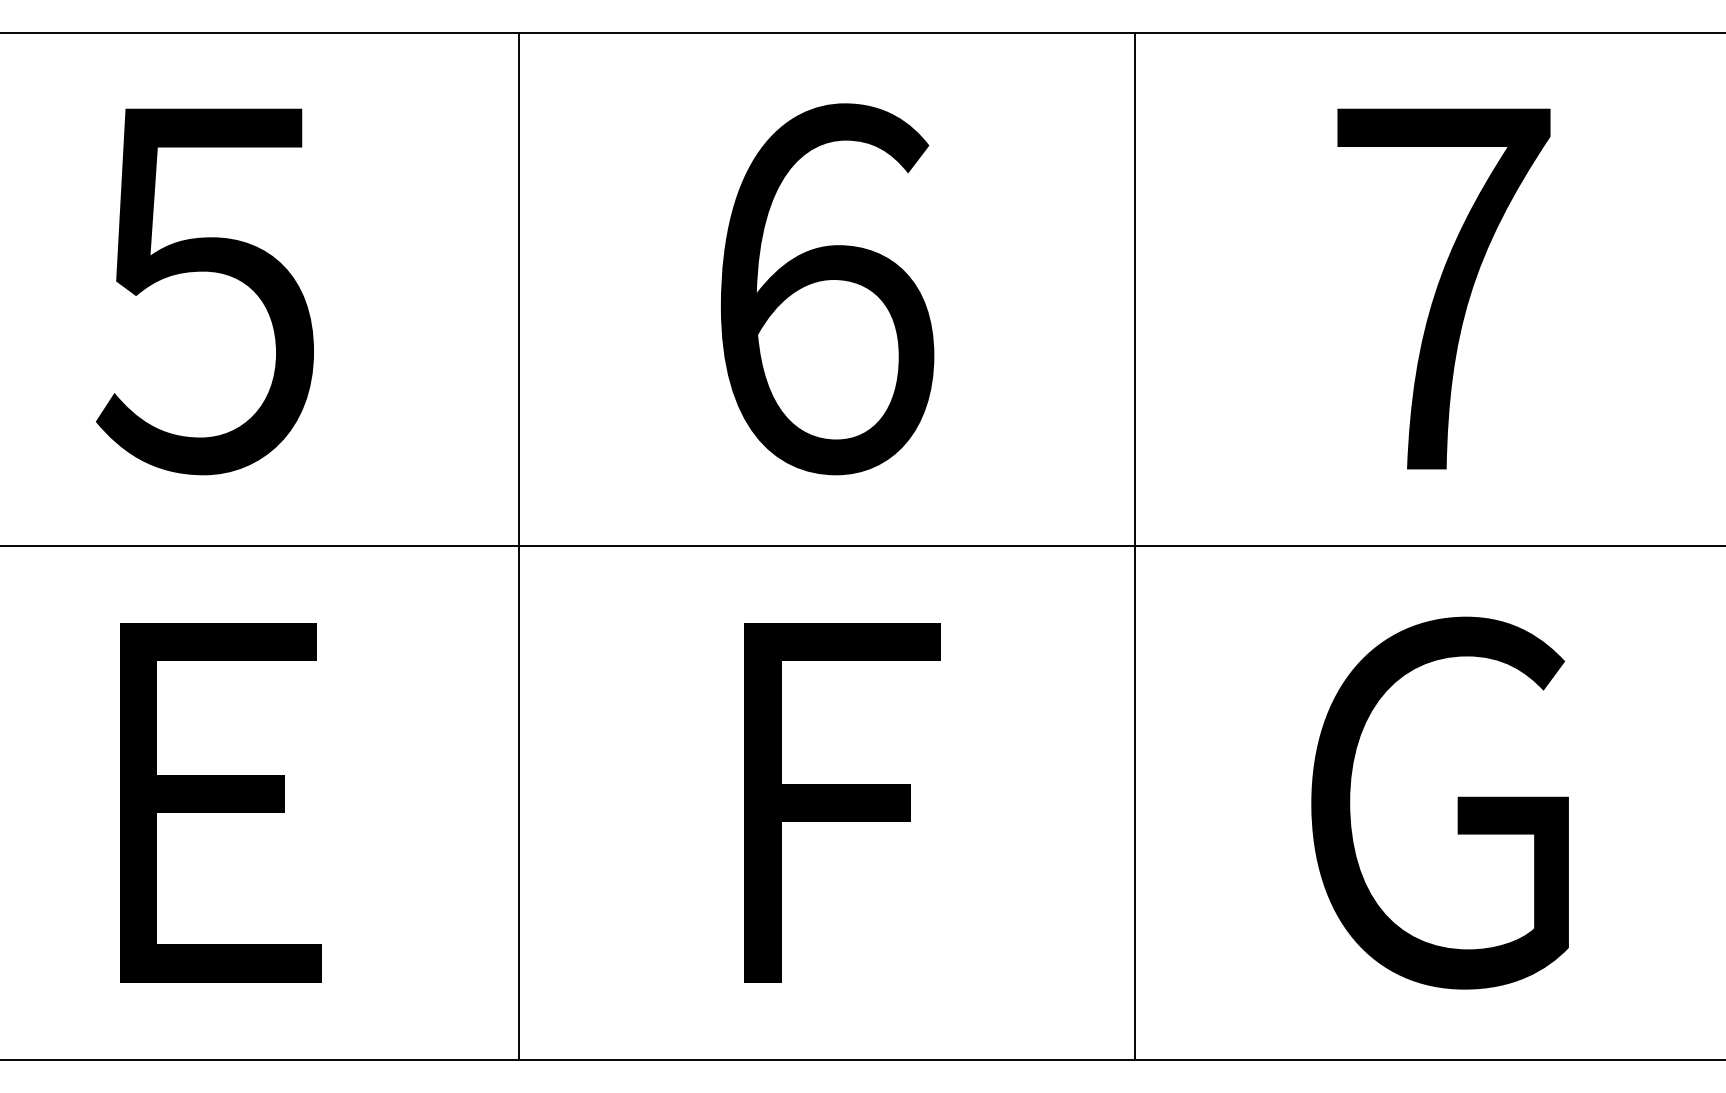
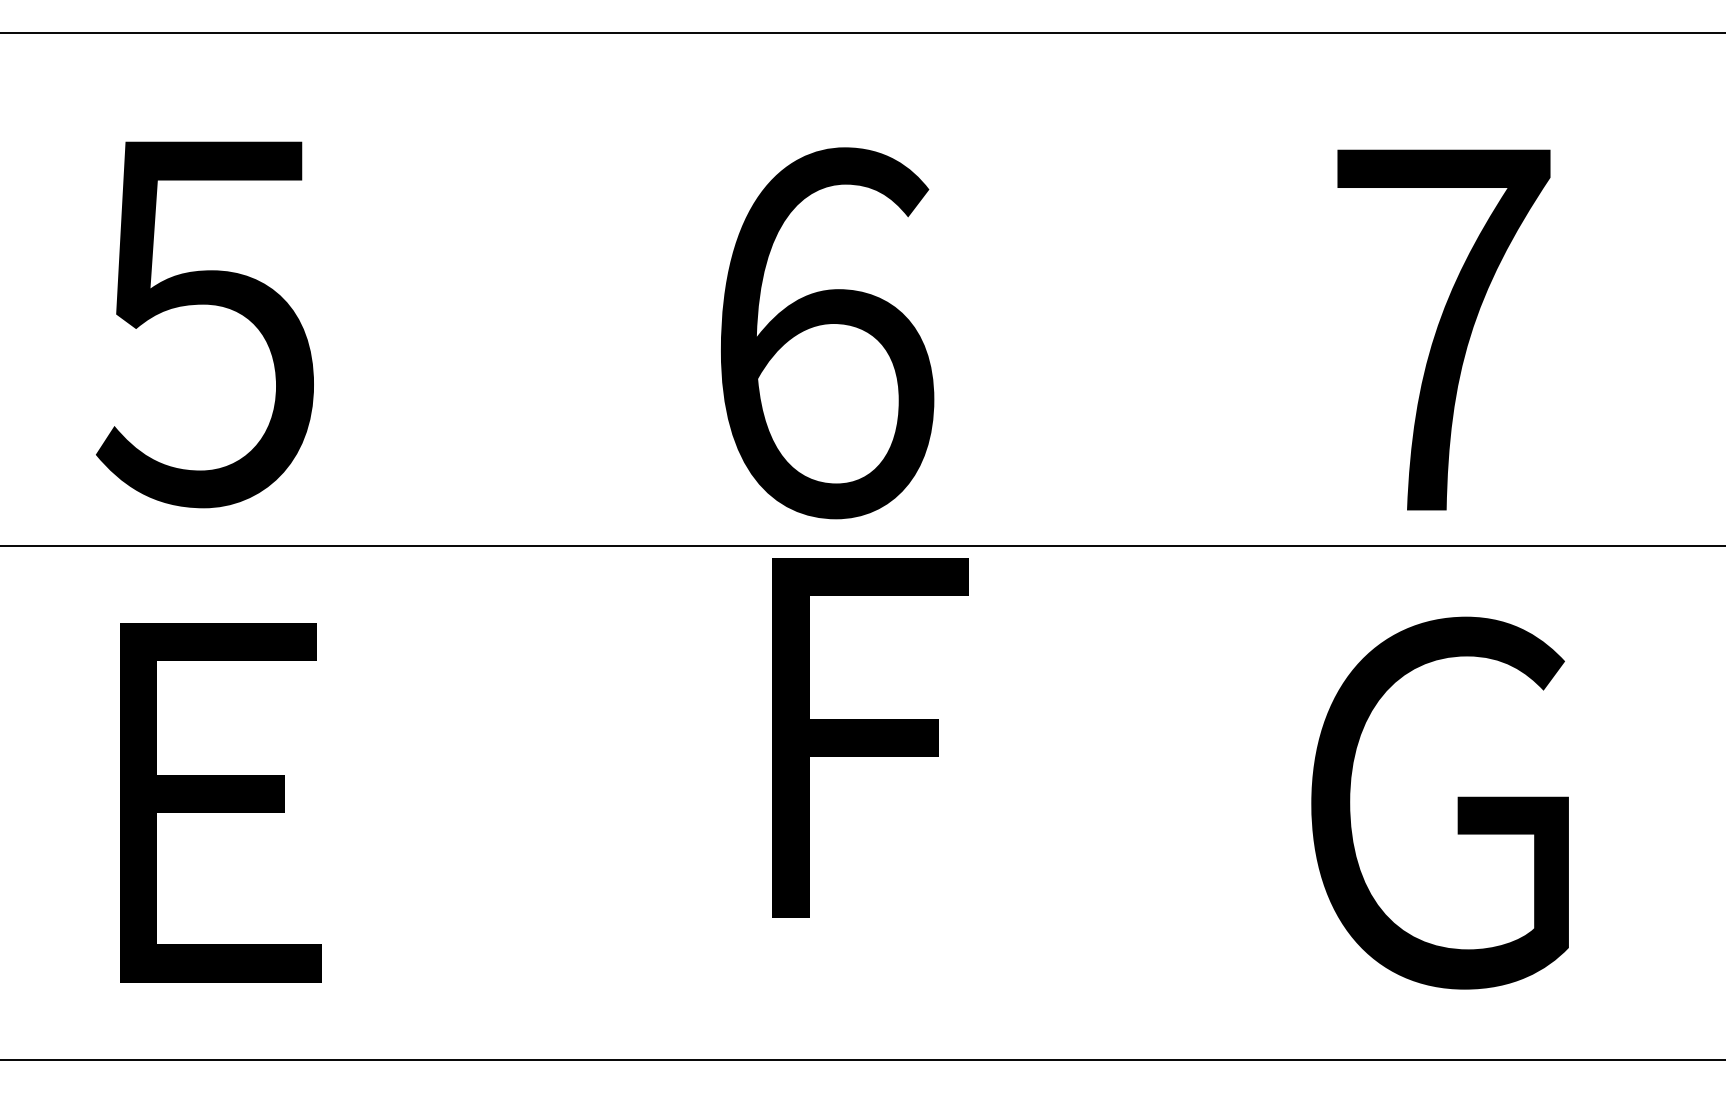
text at (1443, 288) position: (1443, 288) -> (1443, 329)
text at (827, 289) position: (827, 289) -> (827, 333)
text at (204, 291) position: (204, 291) -> (204, 324)
line at (518, 546): present -> none
line at (1135, 546): present -> none
text at (842, 802) position: (842, 802) -> (870, 737)
